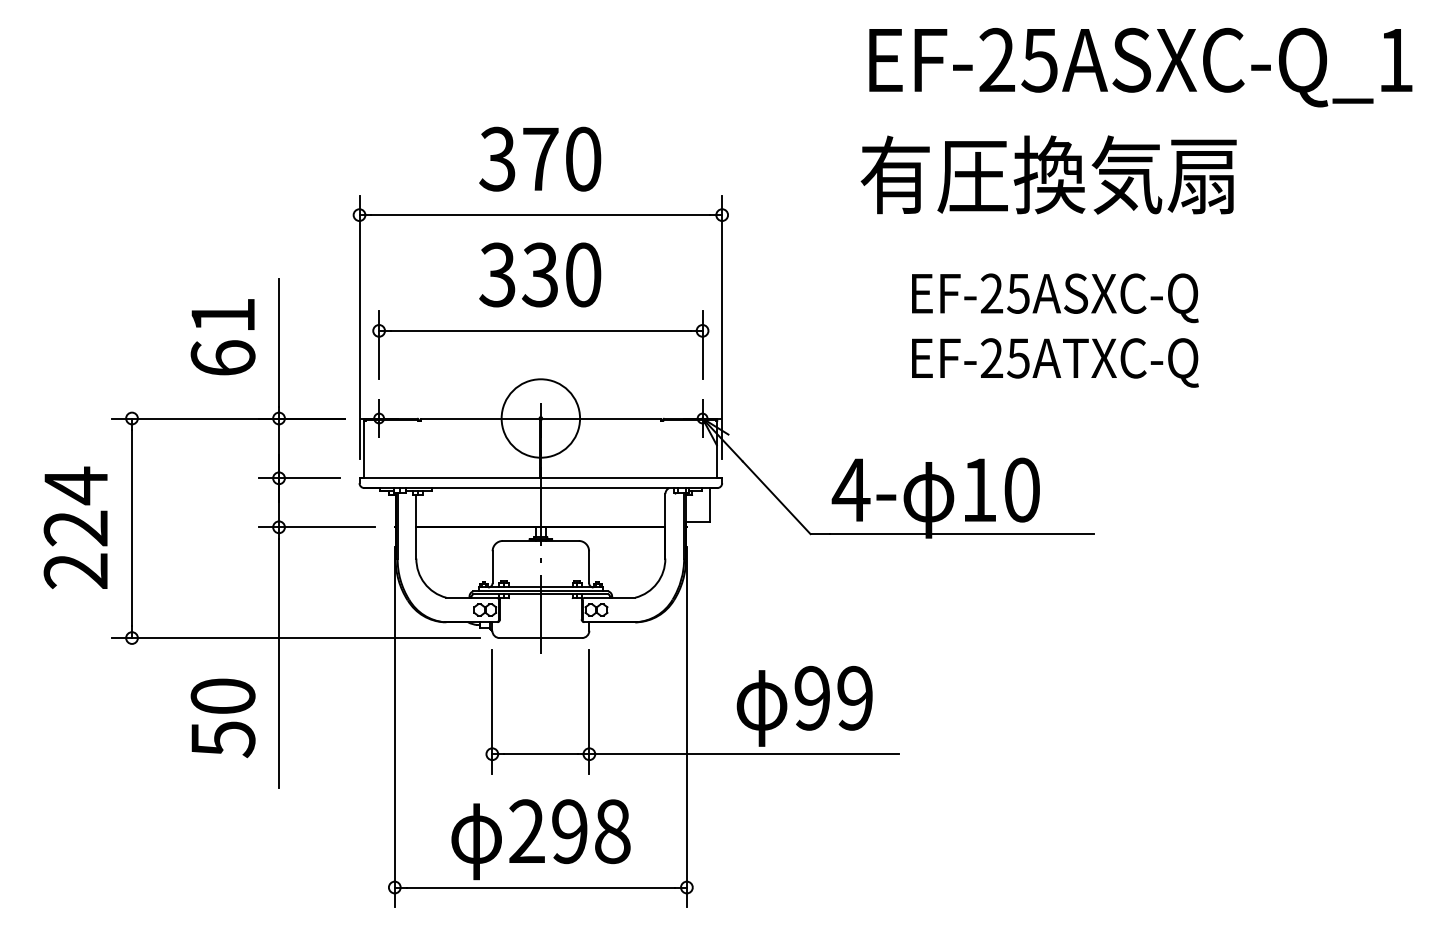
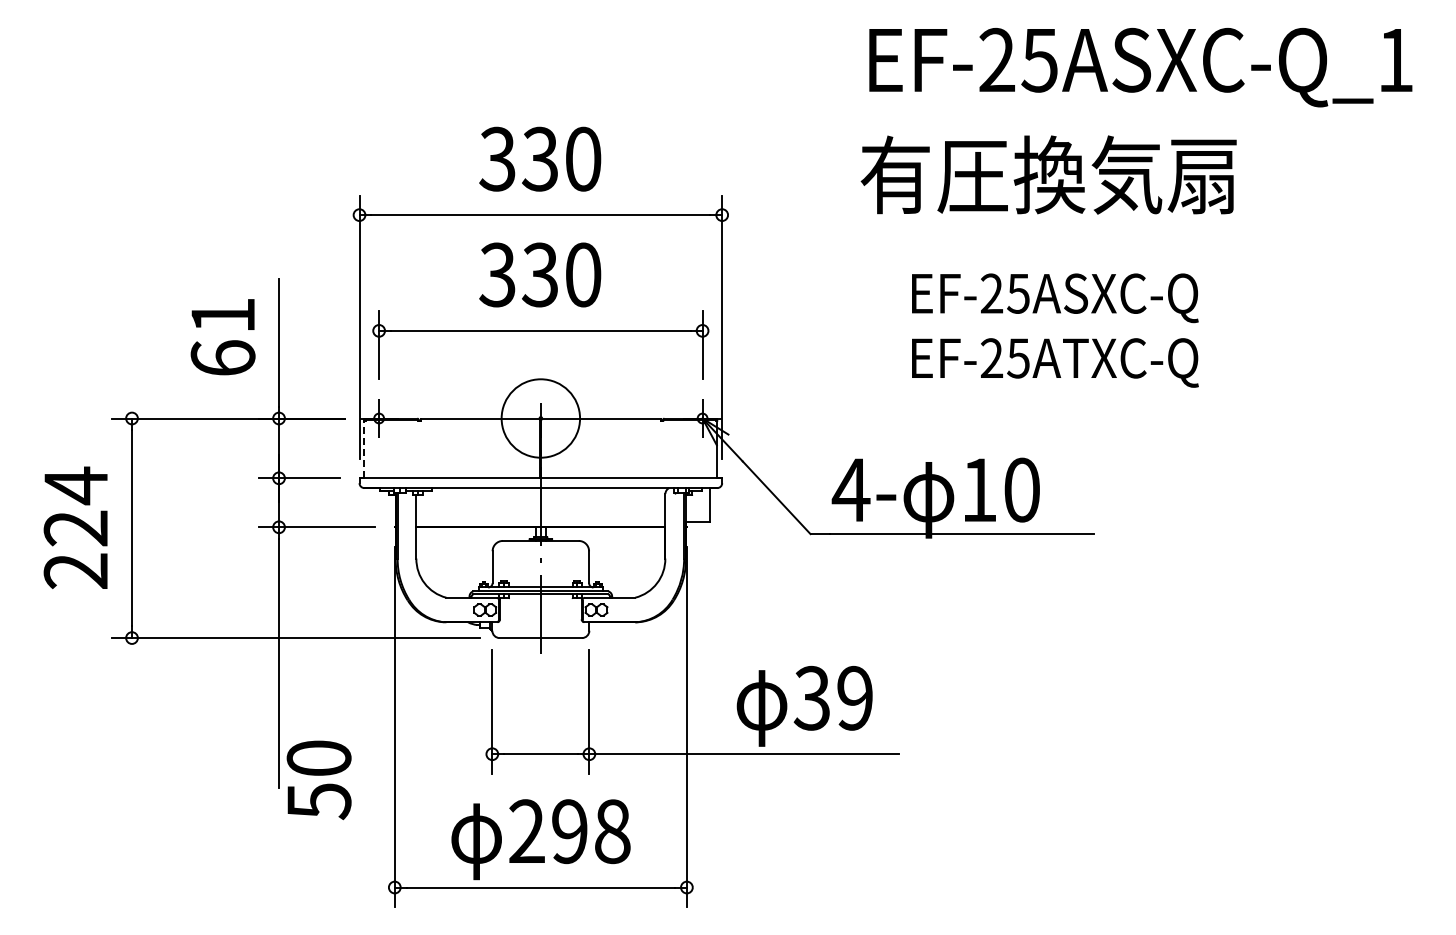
text at (540, 158): 370 -> 330
line at (364, 449): solid -> dashed
text at (811, 698): 99 -> 39
text at (222, 718) position: (222, 718) -> (318, 780)
